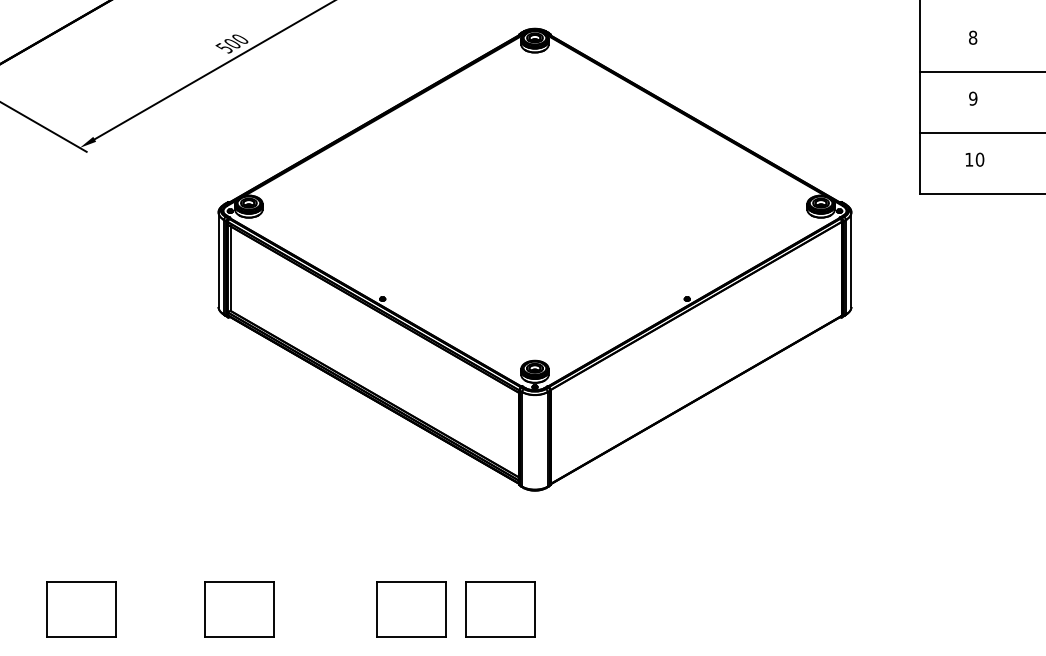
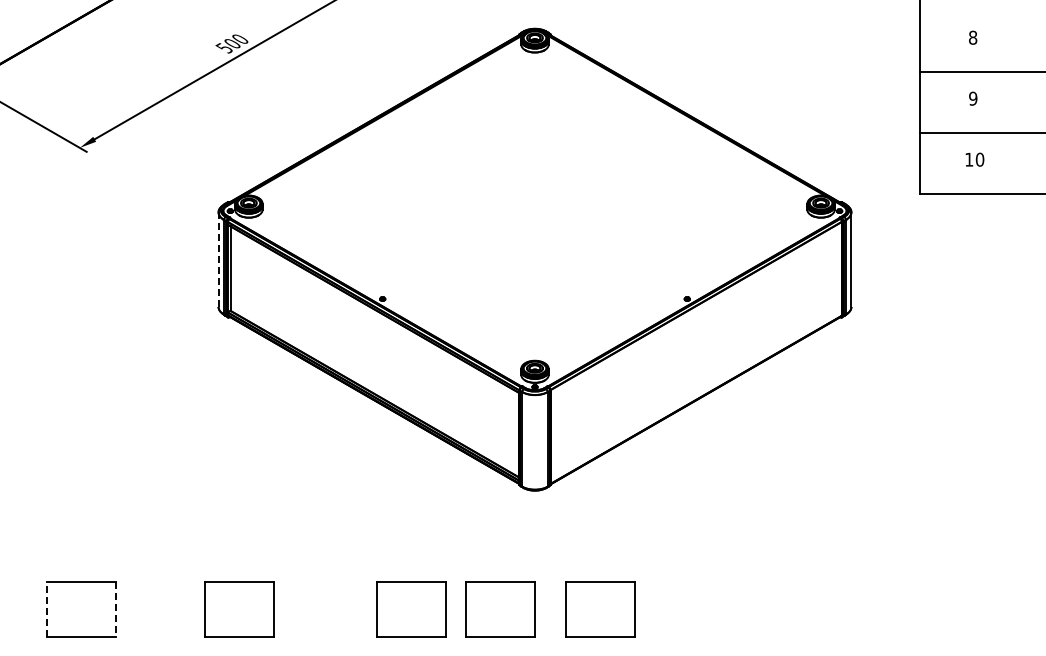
line at (218, 260): solid -> dashed
line at (46, 608): solid -> dashed
line at (115, 609): solid -> dashed
part at (600, 609): none -> present
